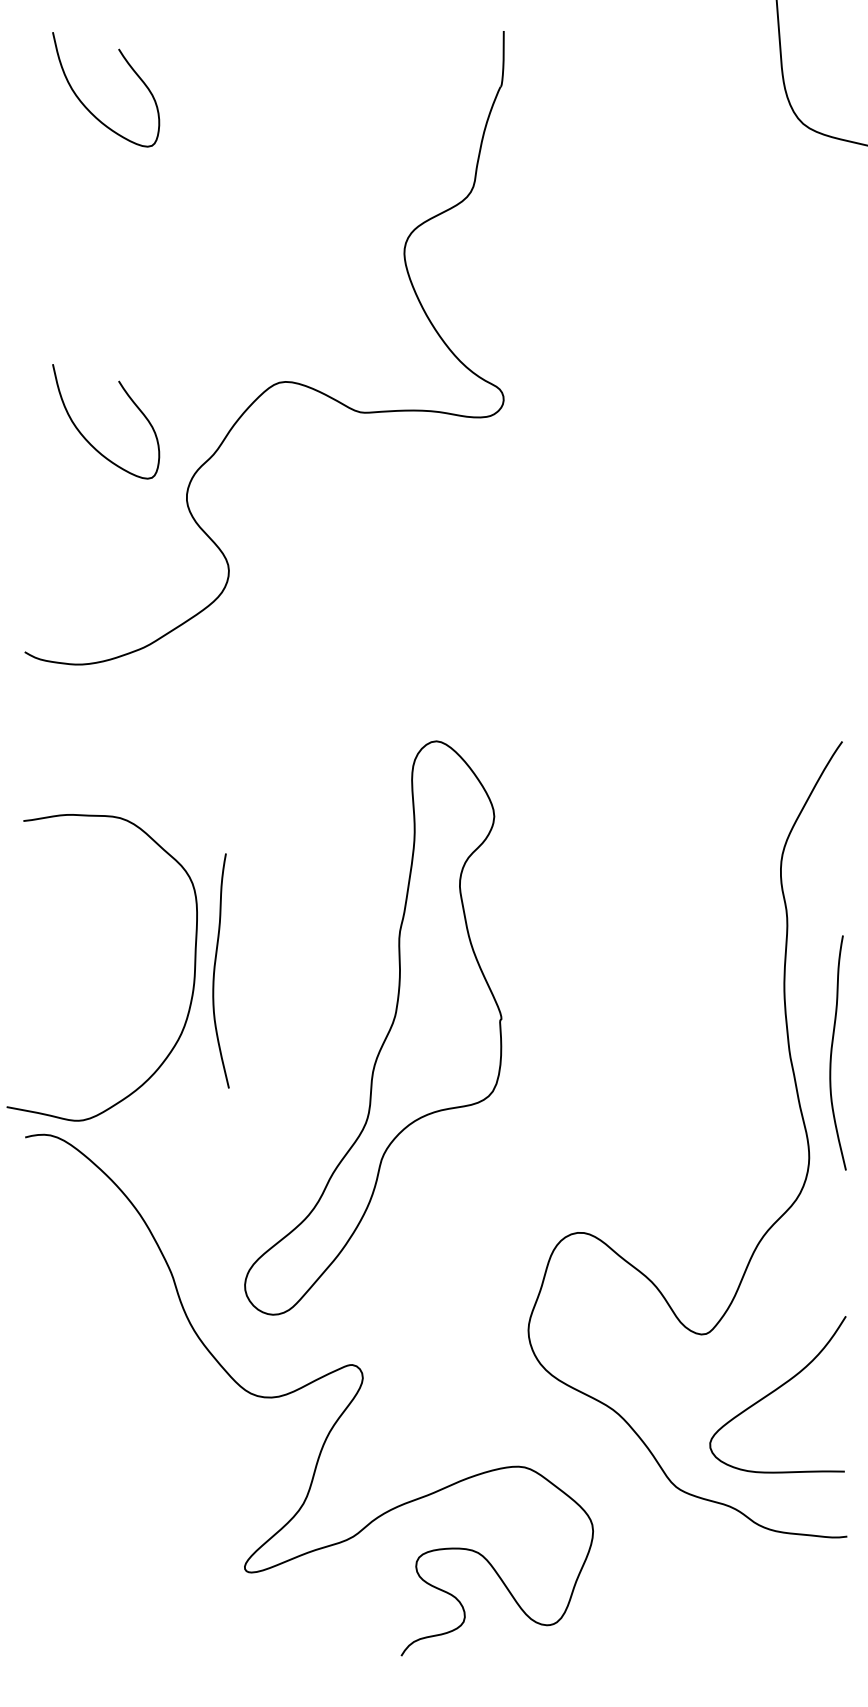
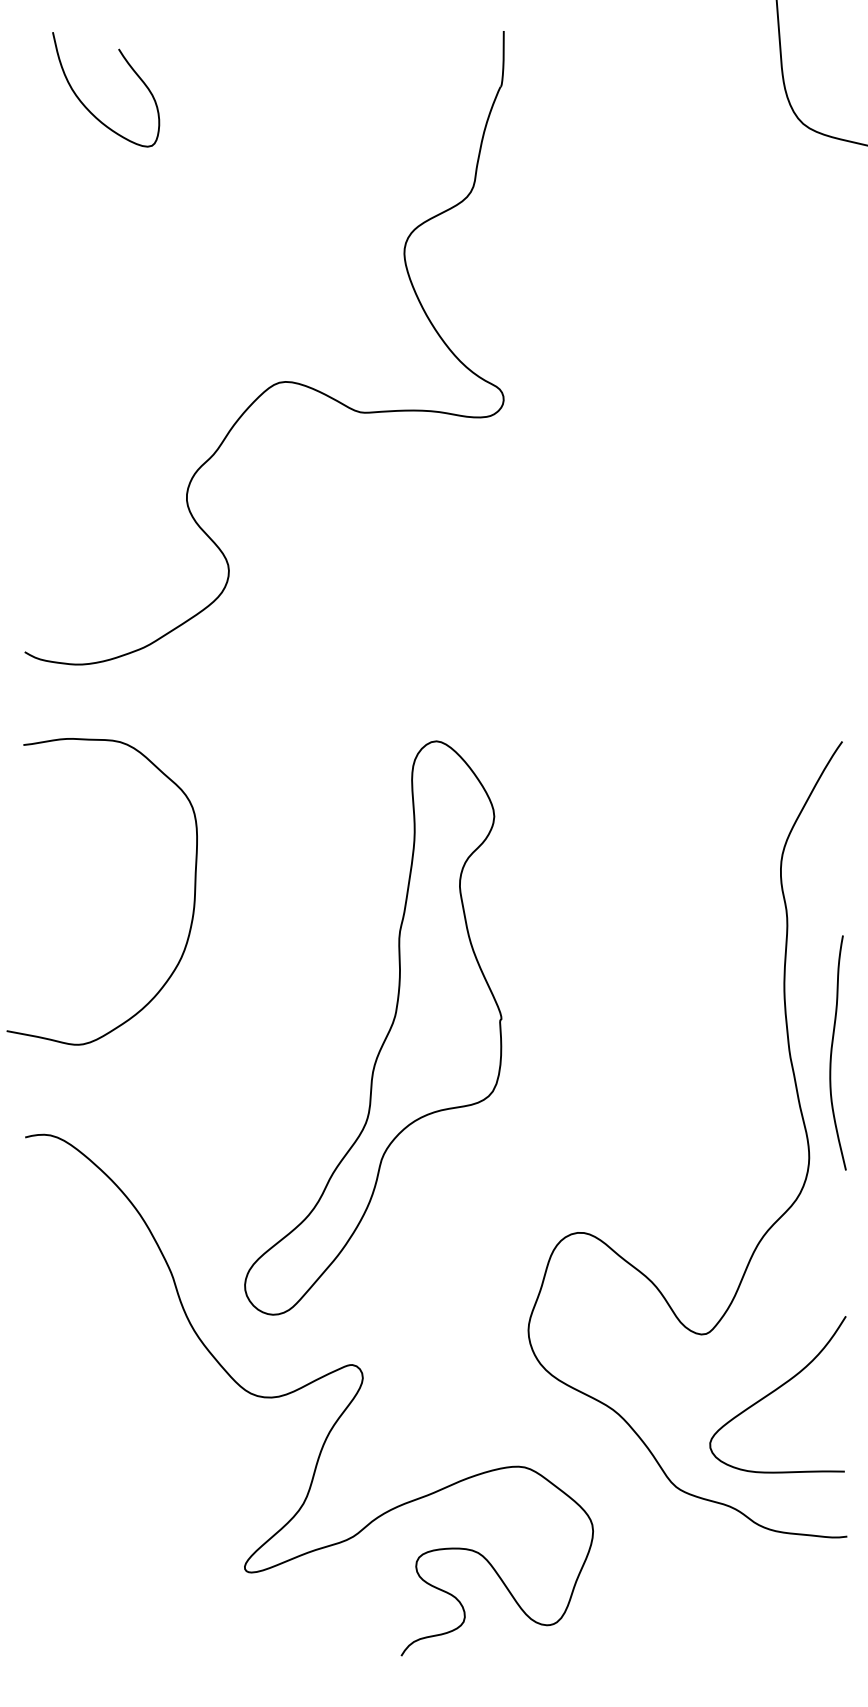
curve at (87, 439): present -> none
curve at (215, 970): present -> none
curve at (193, 975) position: (193, 975) -> (193, 899)
